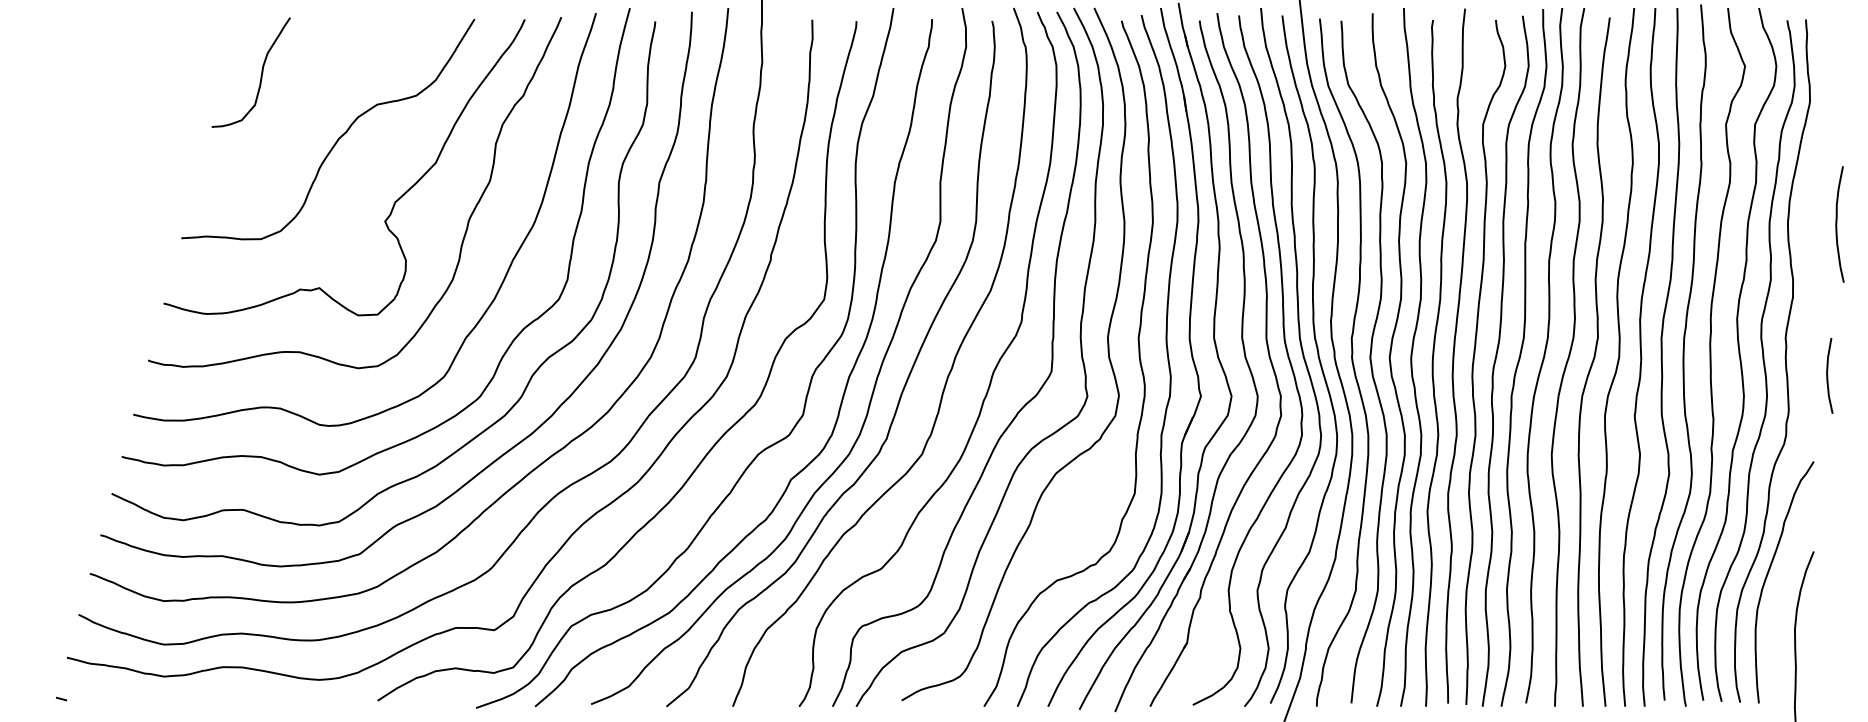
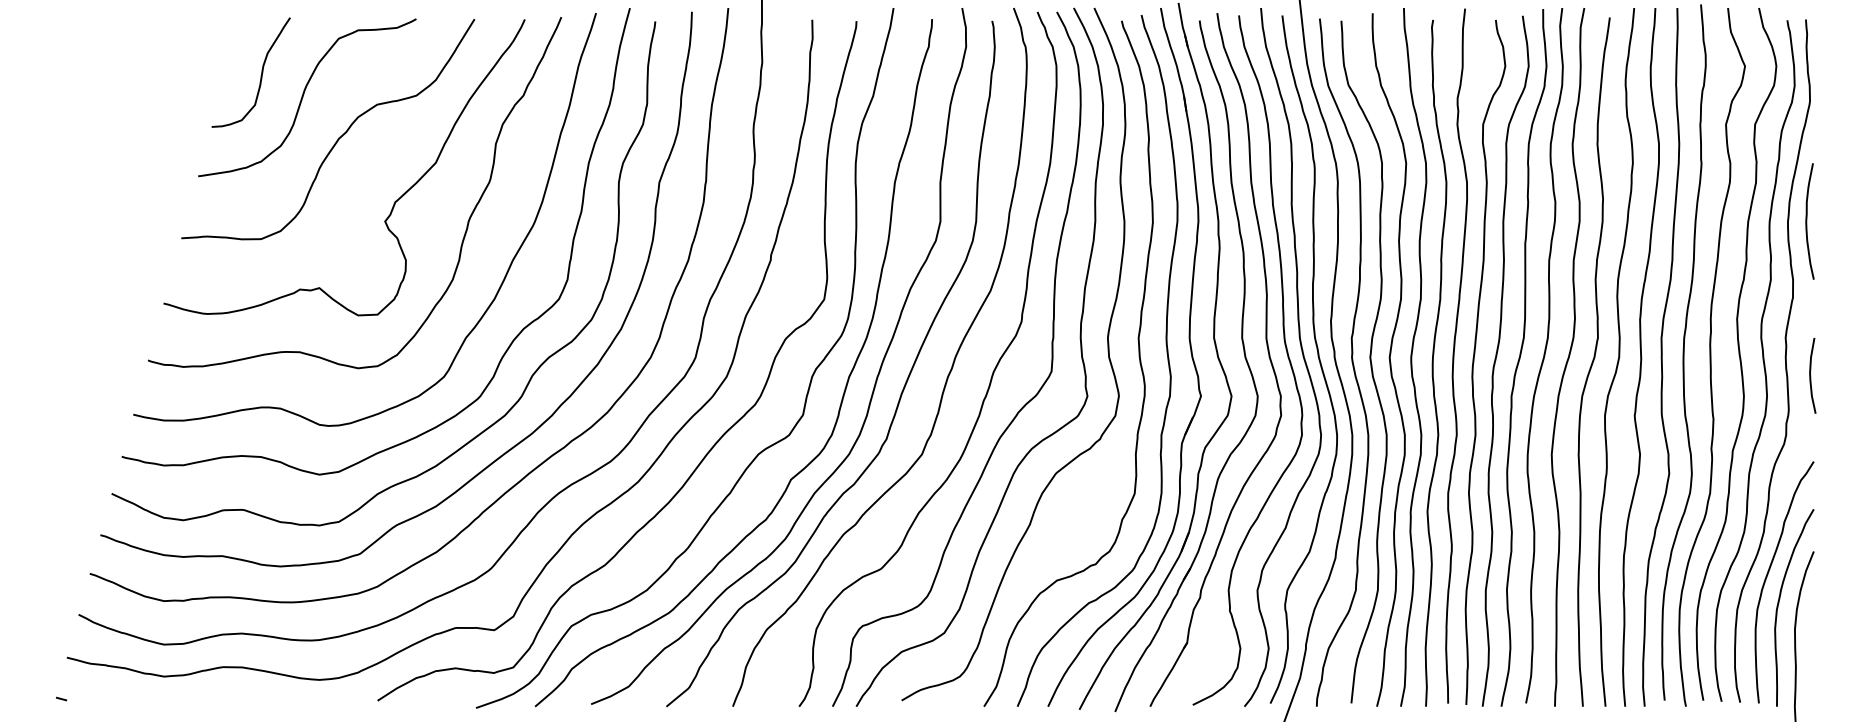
curve at (303, 97): none -> present
curve at (1837, 224) position: (1837, 224) -> (1807, 221)
curve at (1828, 375) position: (1828, 375) -> (1811, 375)
curve at (1779, 603): none -> present
